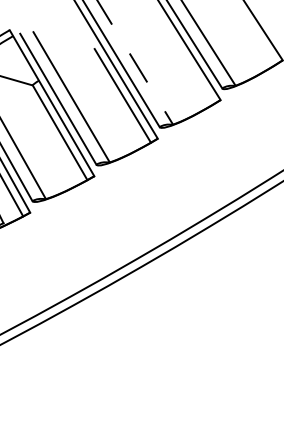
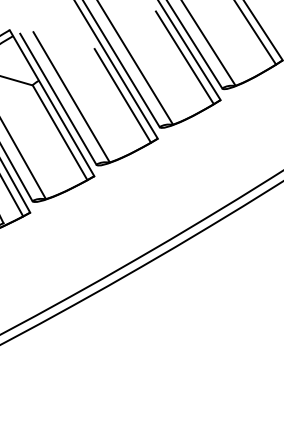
line at (255, 33): none -> present
line at (184, 57): none -> present
line at (135, 63): dashed -> solid
